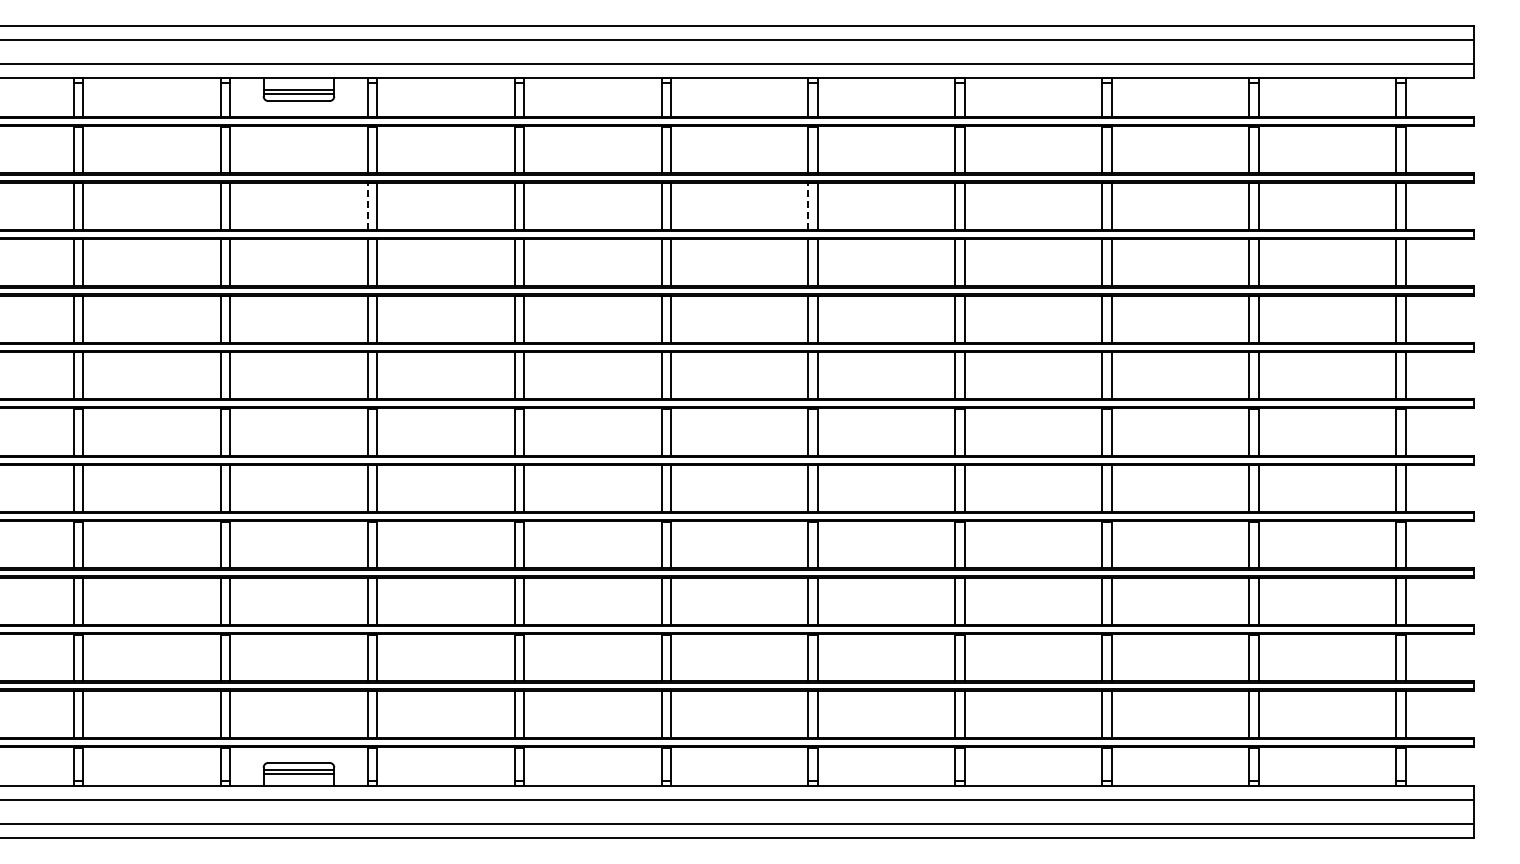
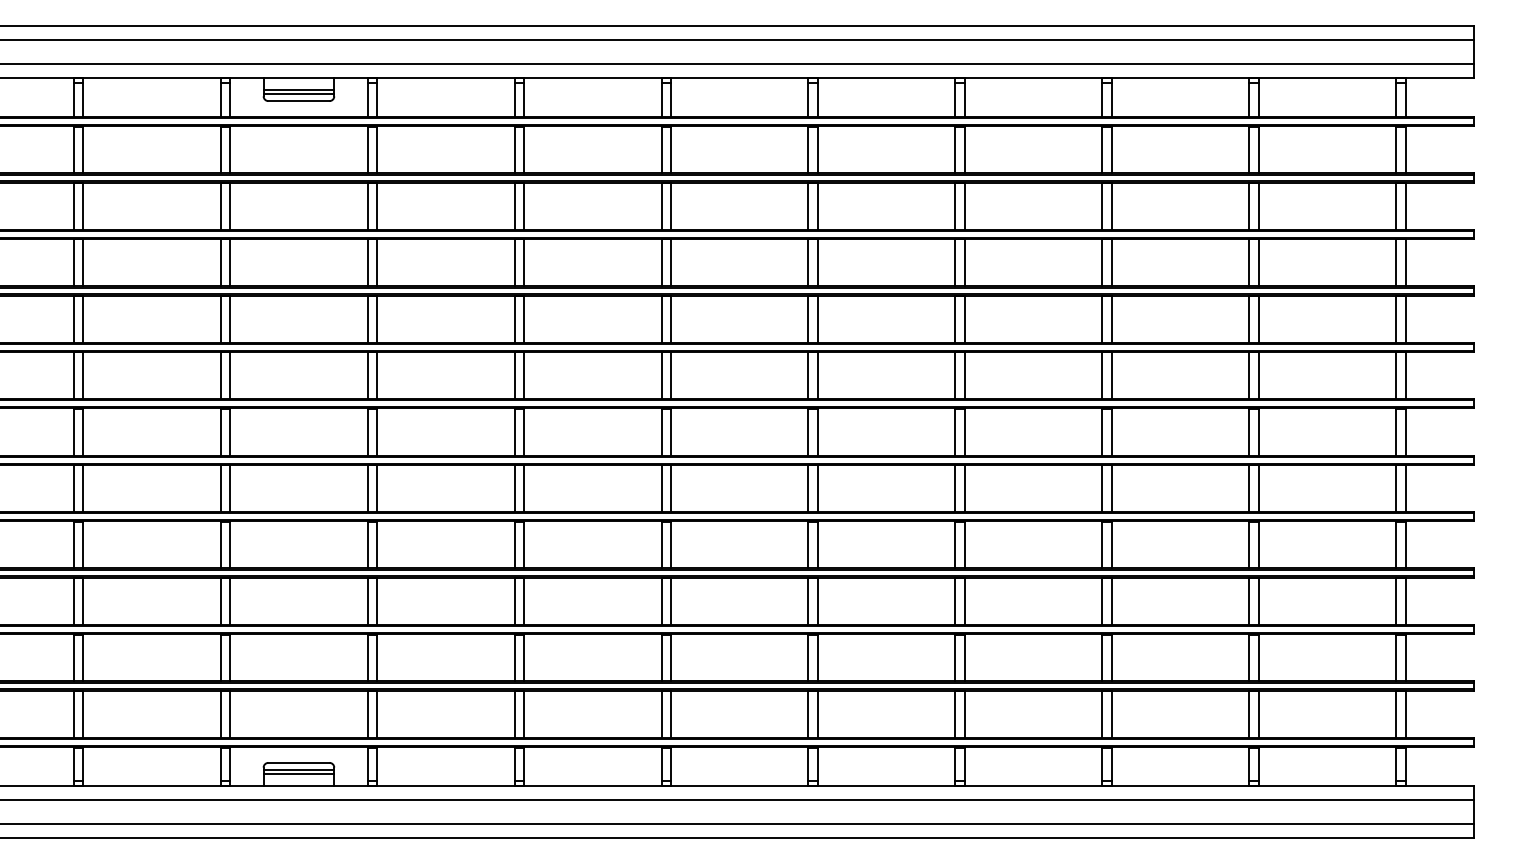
line at (367, 205): dashed -> solid
line at (808, 205): dashed -> solid
